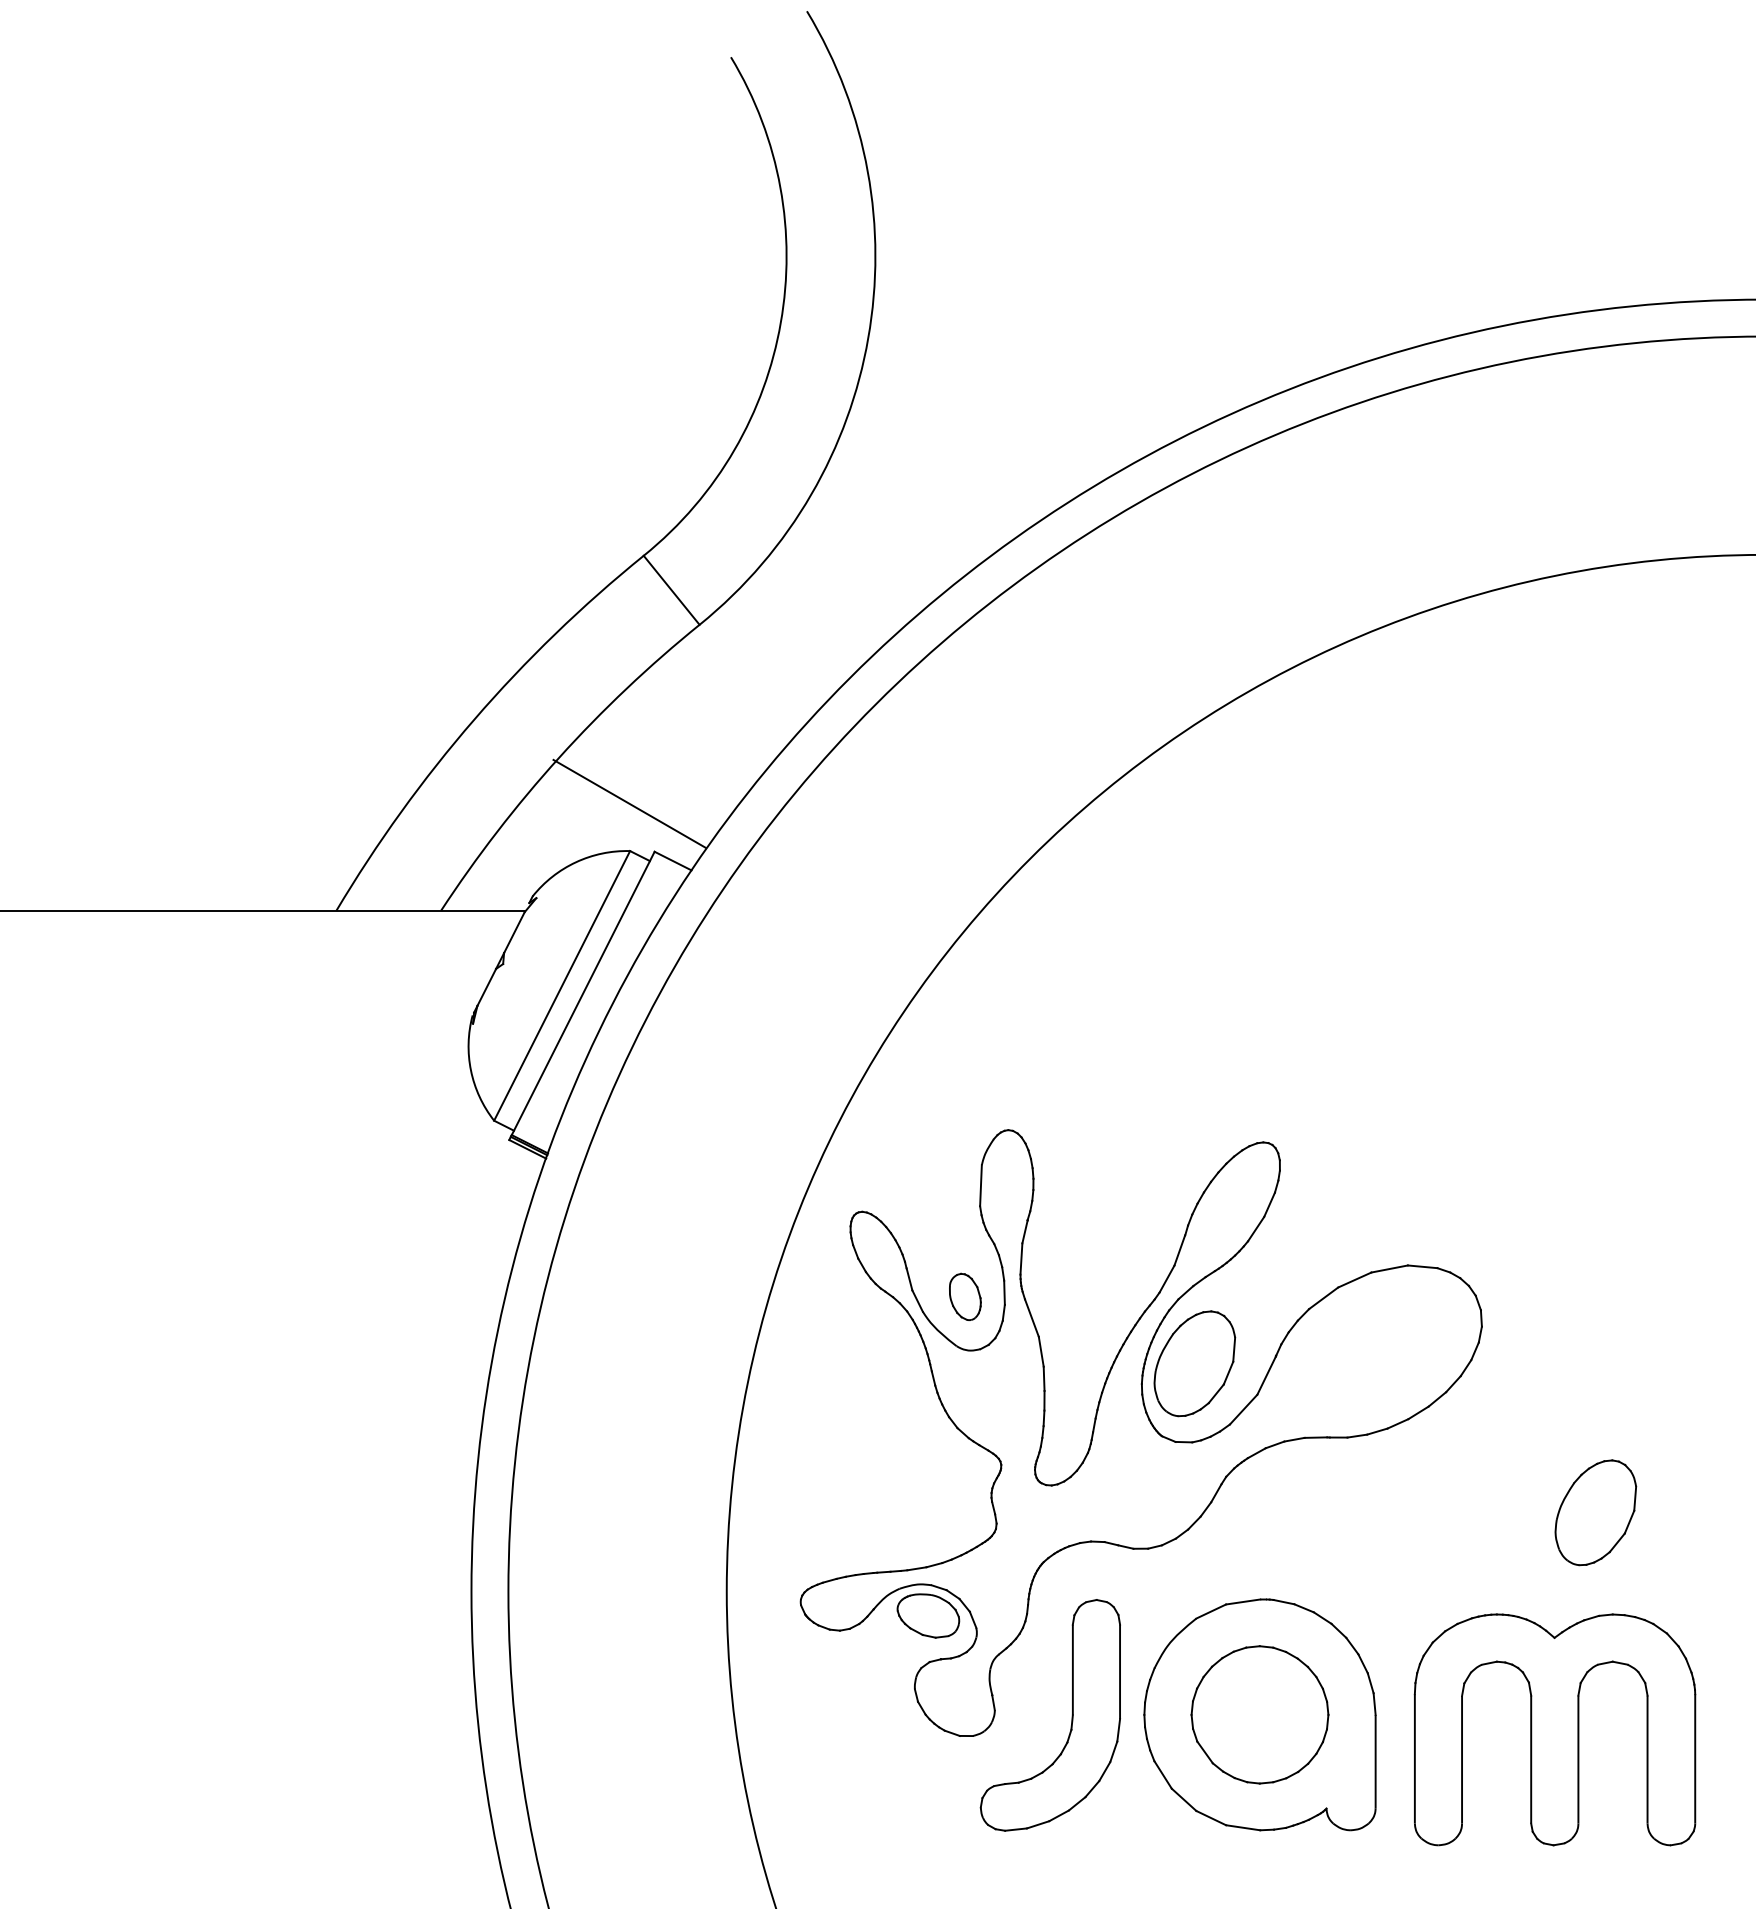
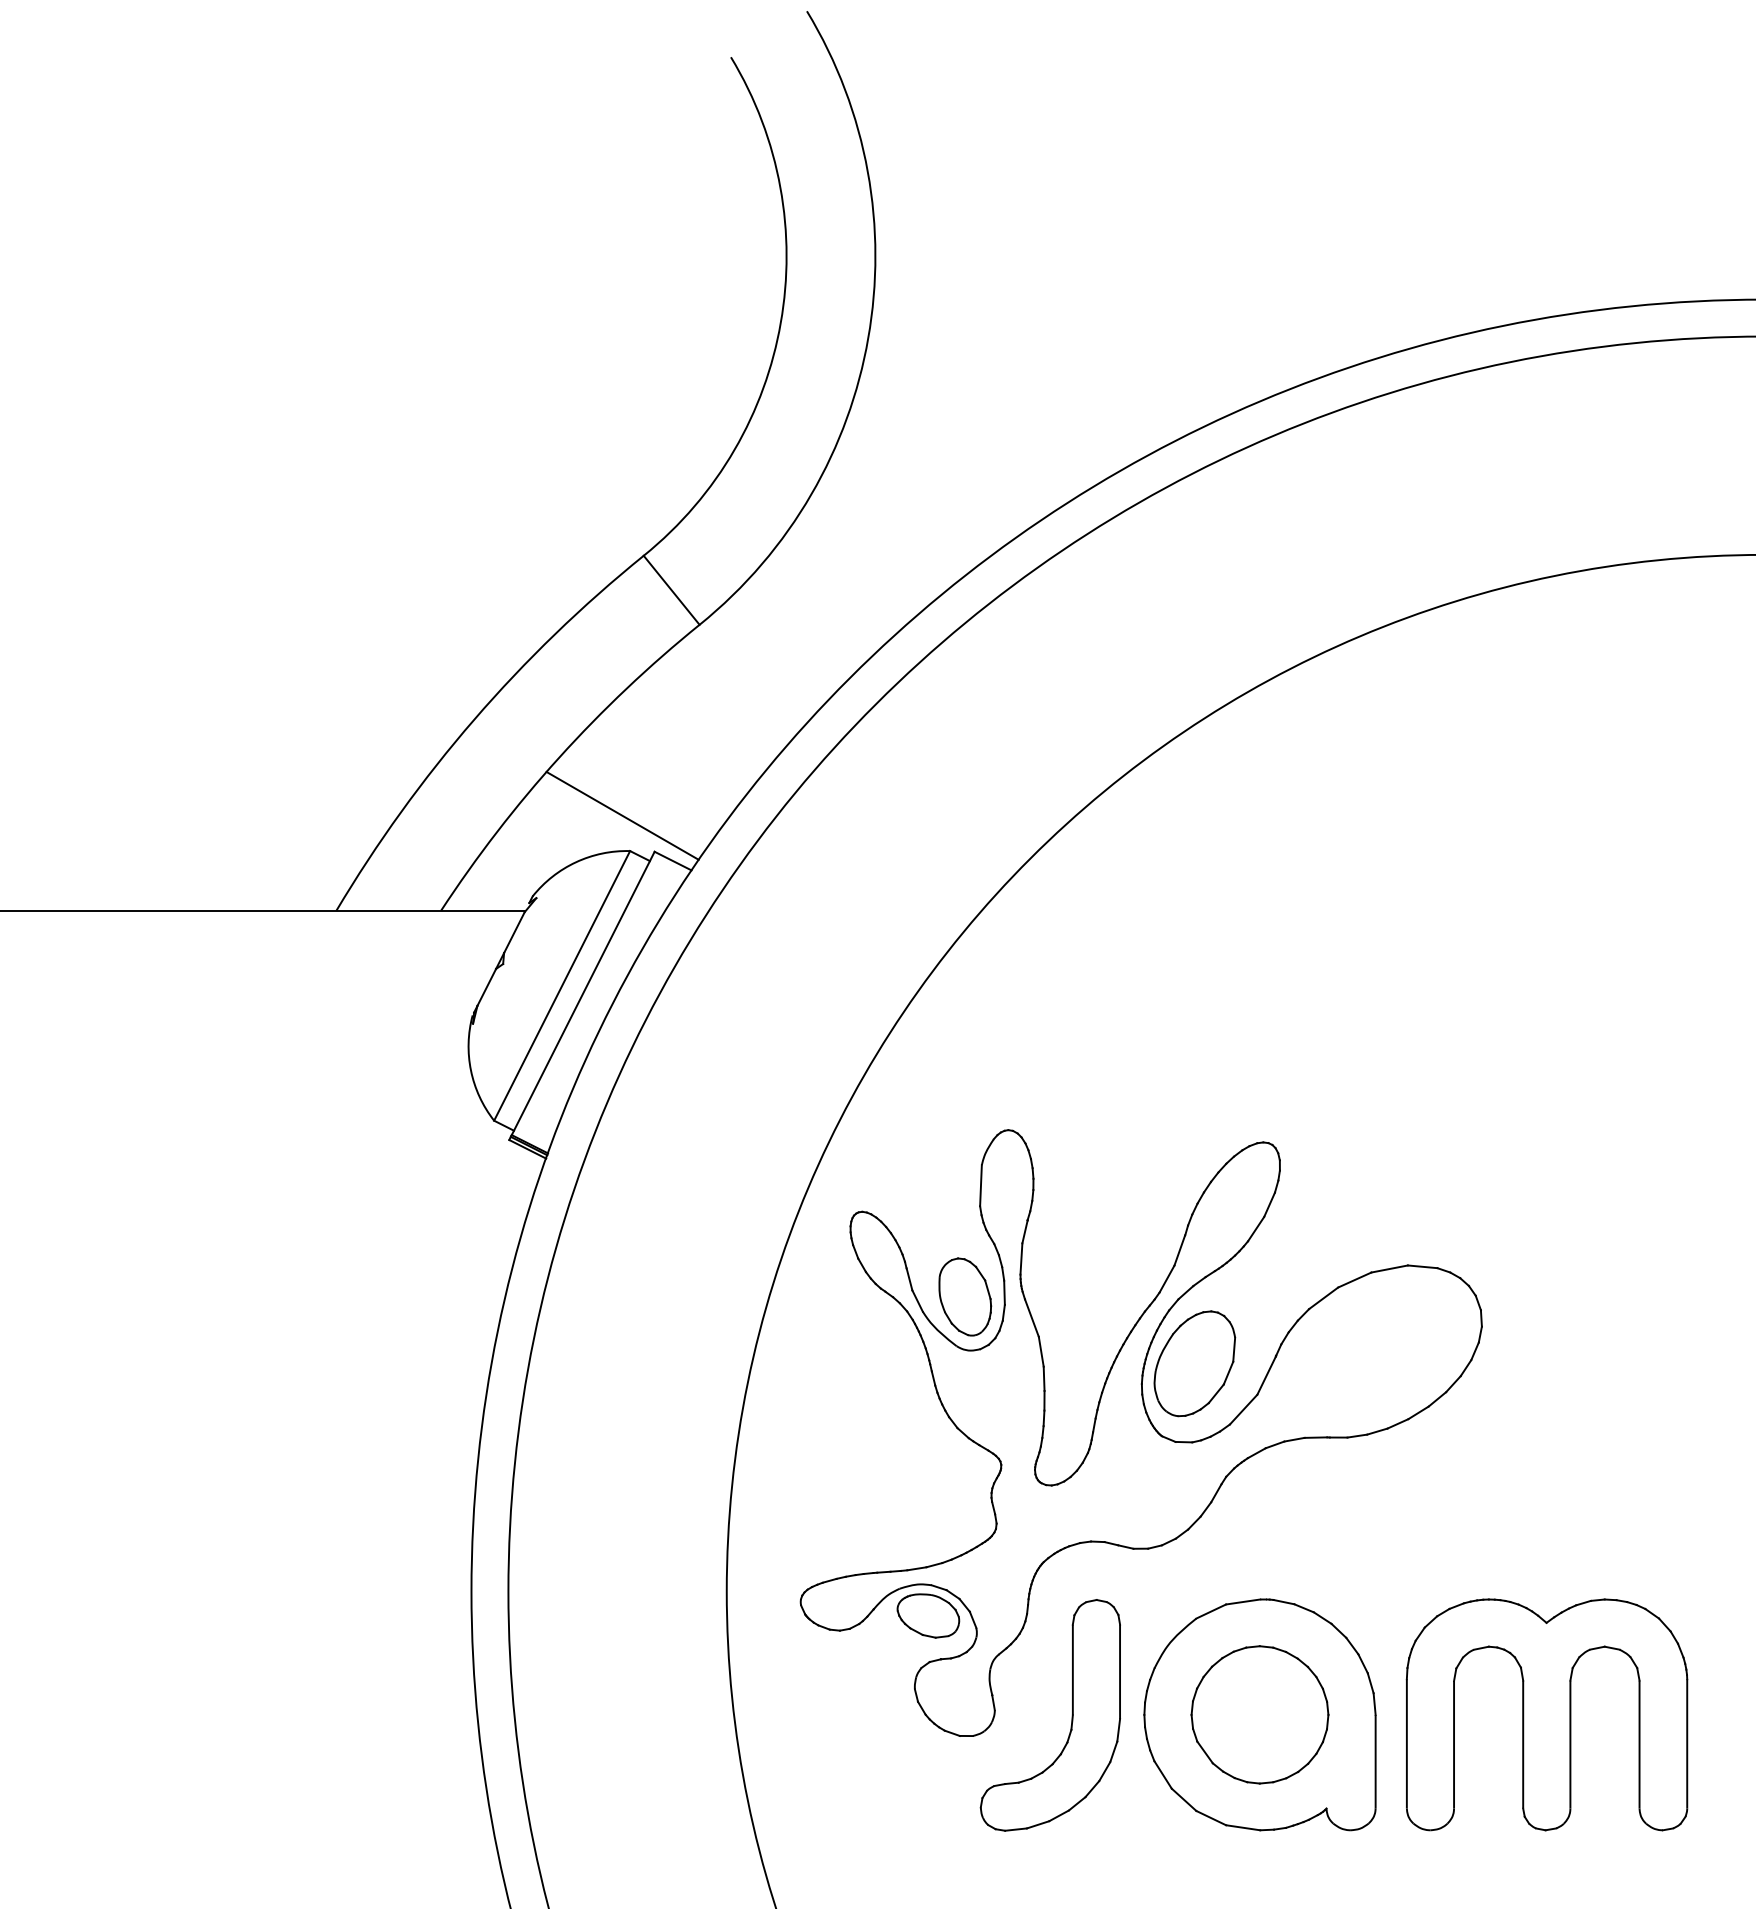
line at (629, 803) position: (629, 803) -> (622, 815)
part at (965, 1296) size: 33x49 px -> 55x80 px
part at (1595, 1512): present -> none
part at (1554, 1729) position: (1554, 1729) -> (1546, 1714)
